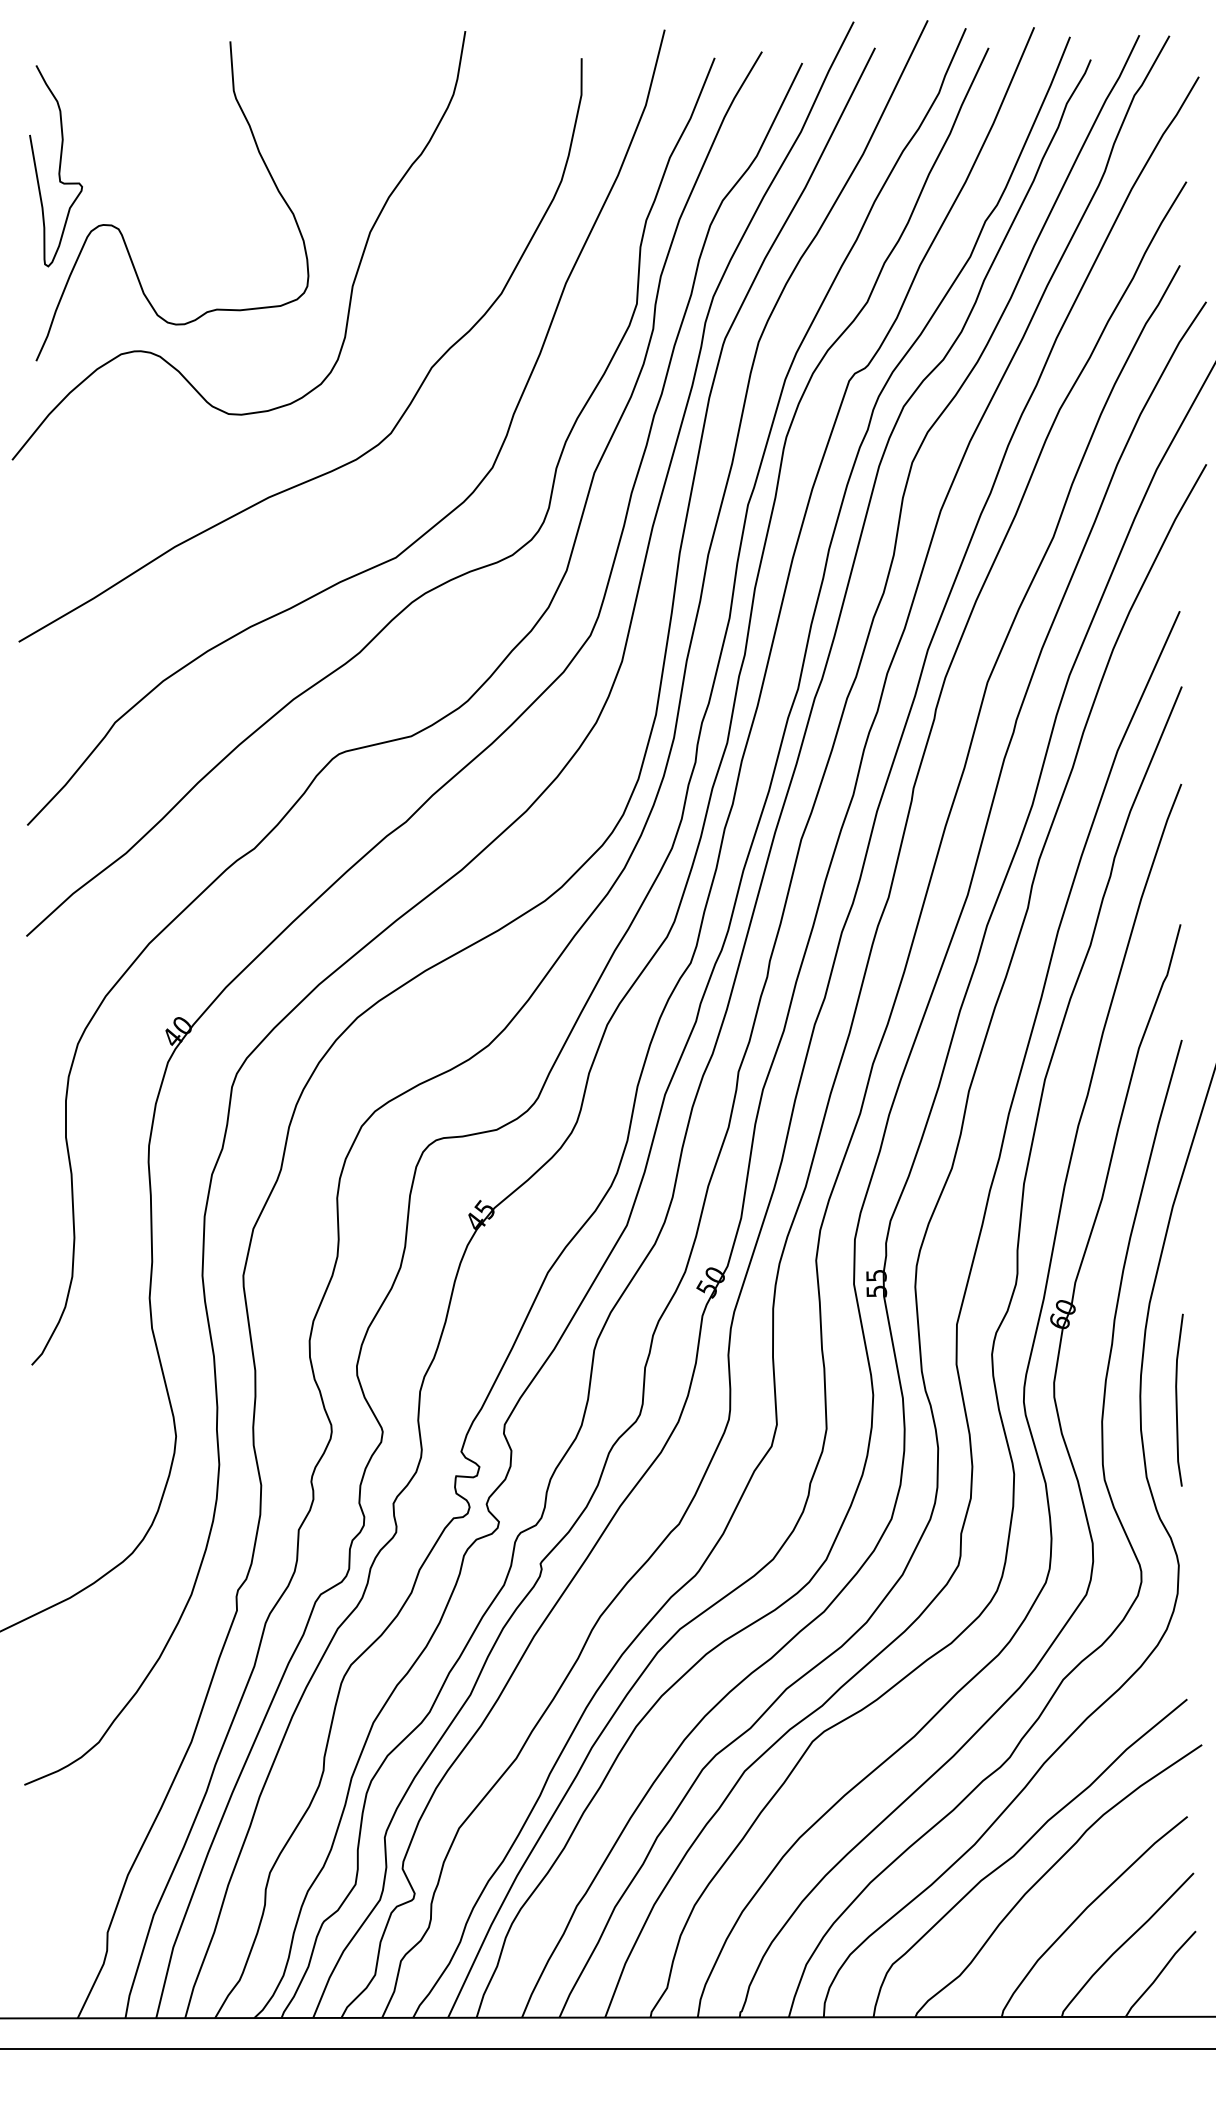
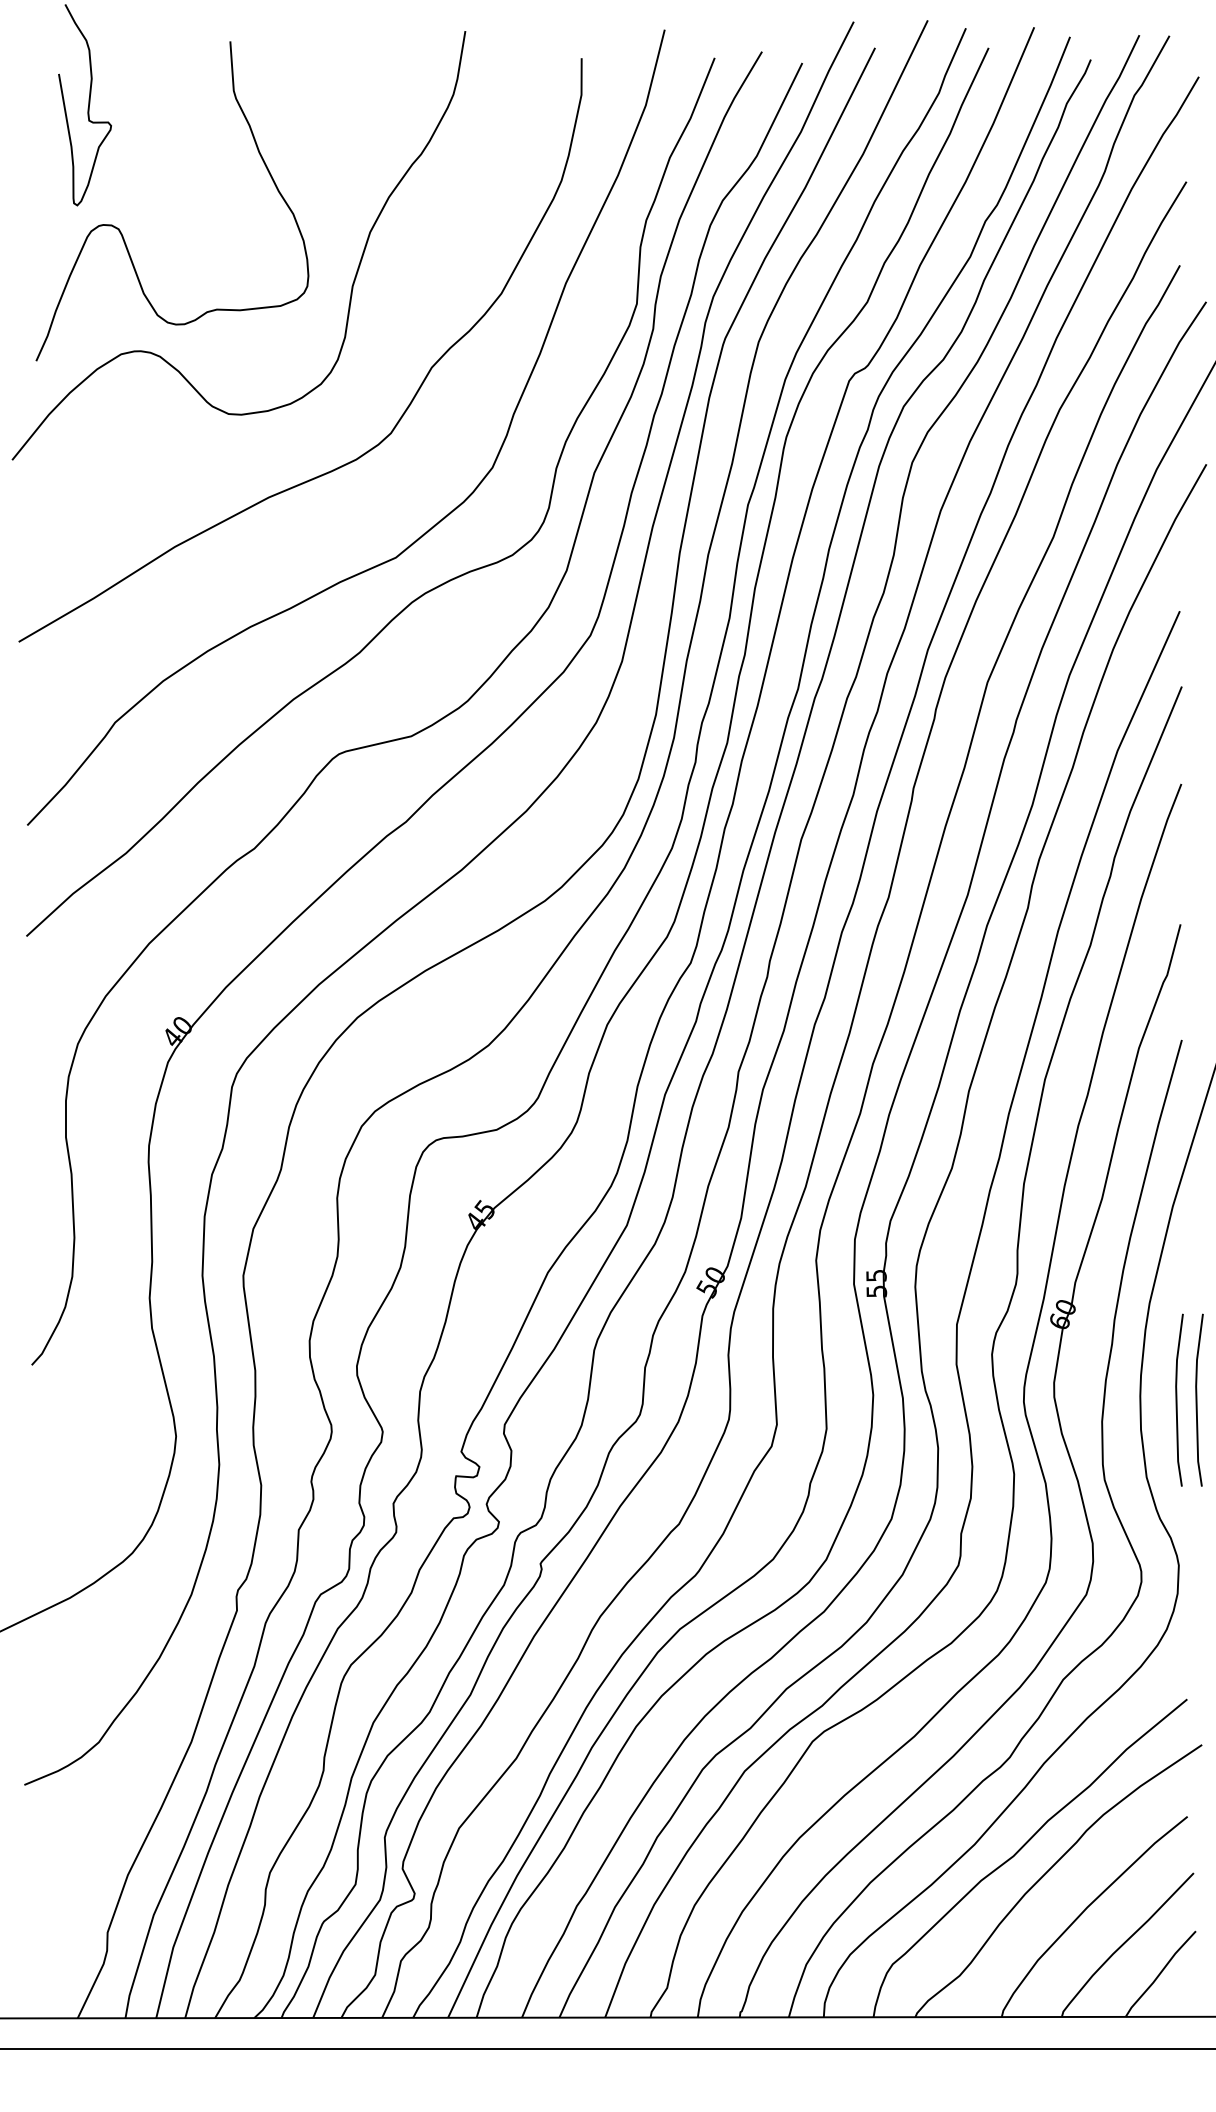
curve at (59, 166) position: (59, 166) -> (88, 105)
line at (1197, 1399): none -> present
